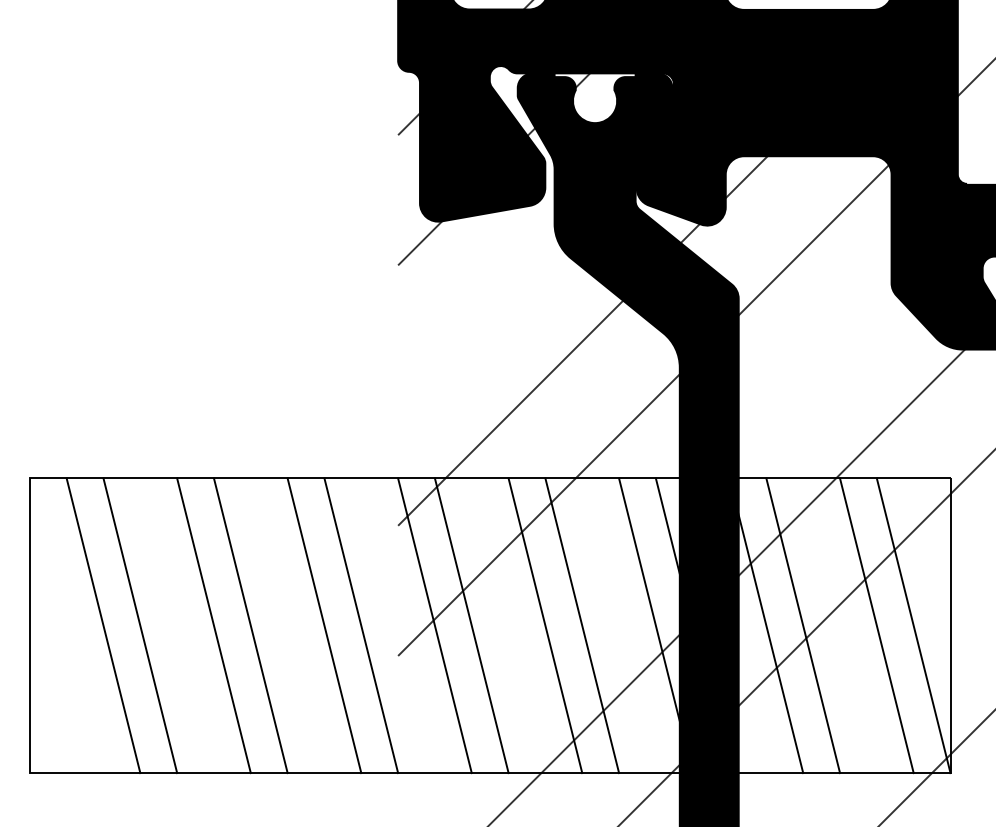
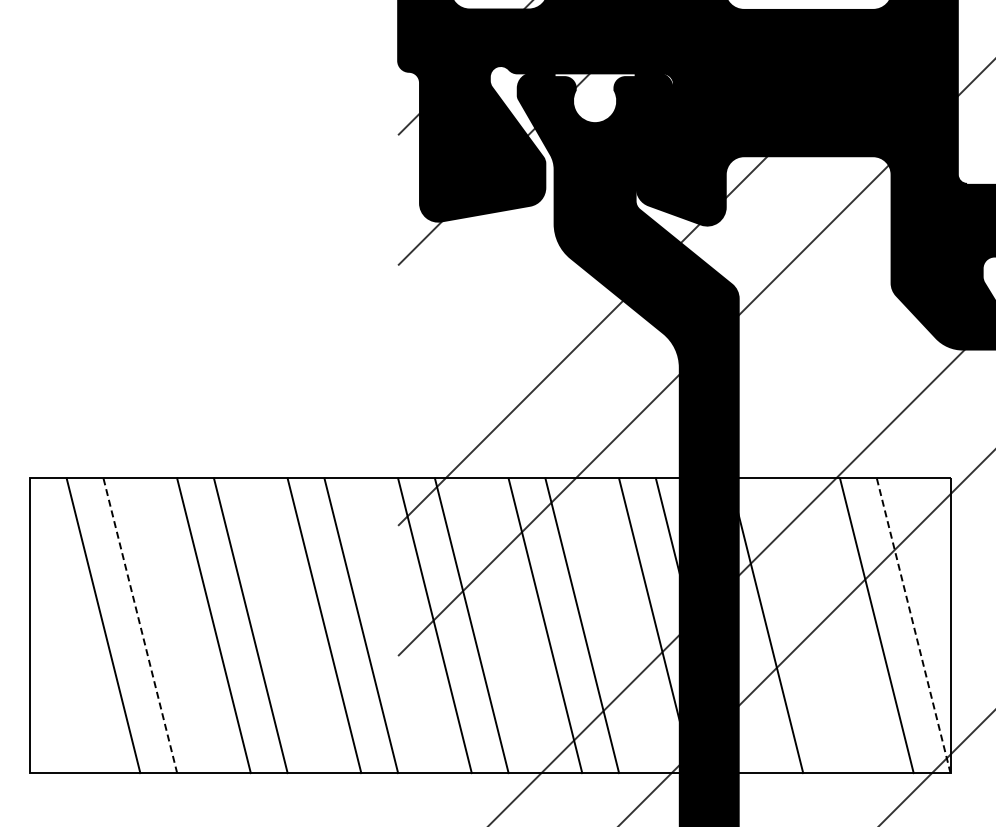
line at (140, 625): solid -> dashed
line at (803, 625): present -> none
line at (913, 625): solid -> dashed
